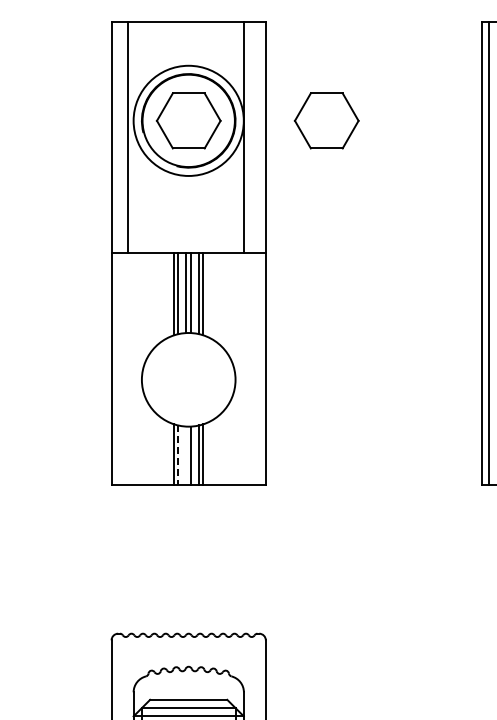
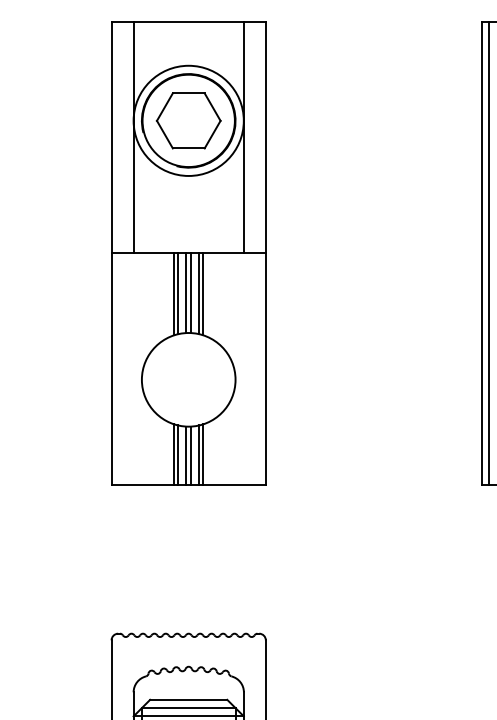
part at (326, 120): present -> none
line at (127, 137) position: (127, 137) -> (133, 137)
line at (178, 454): dashed -> solid
line at (186, 455): none -> present
